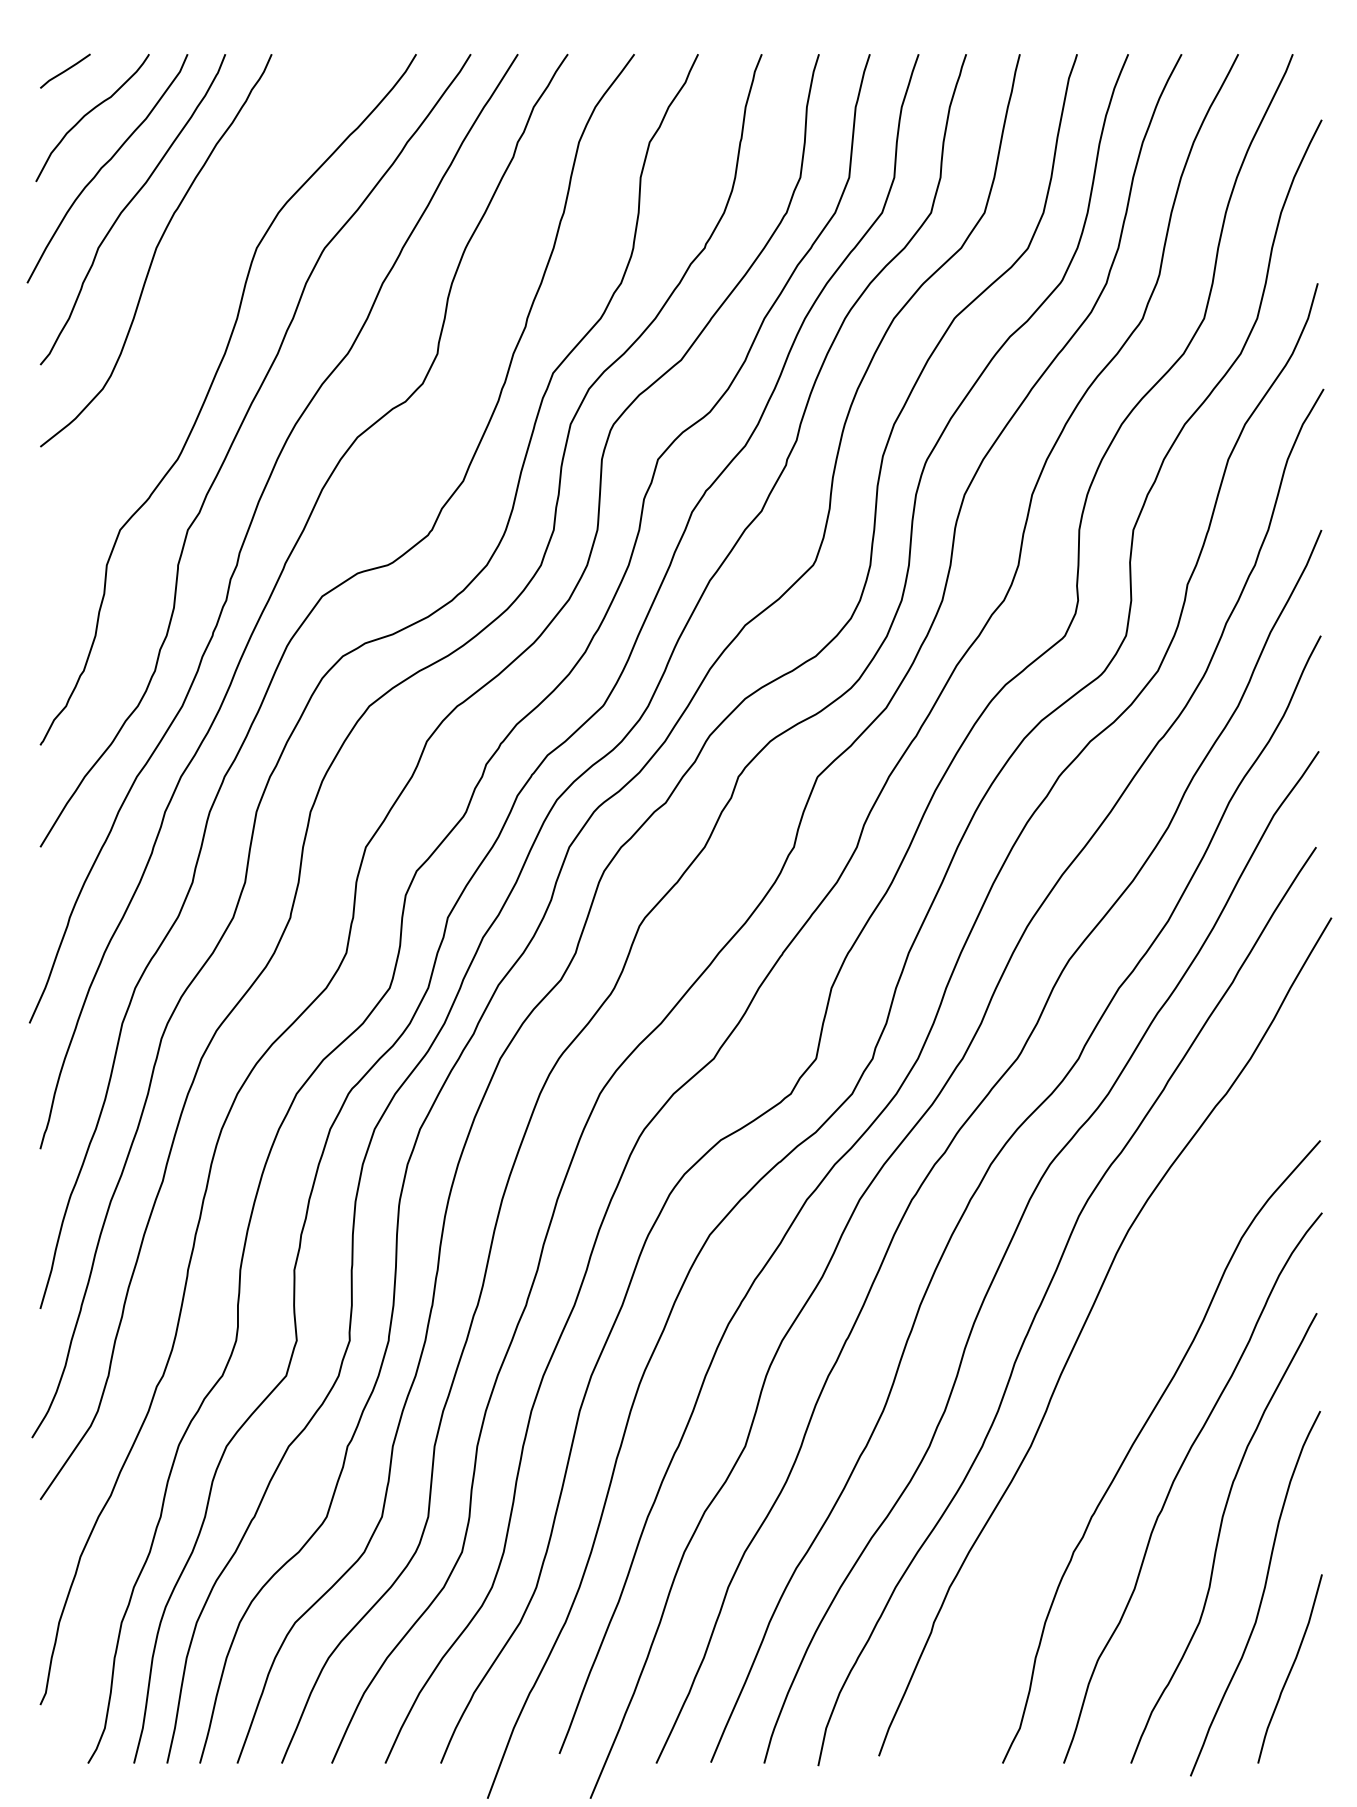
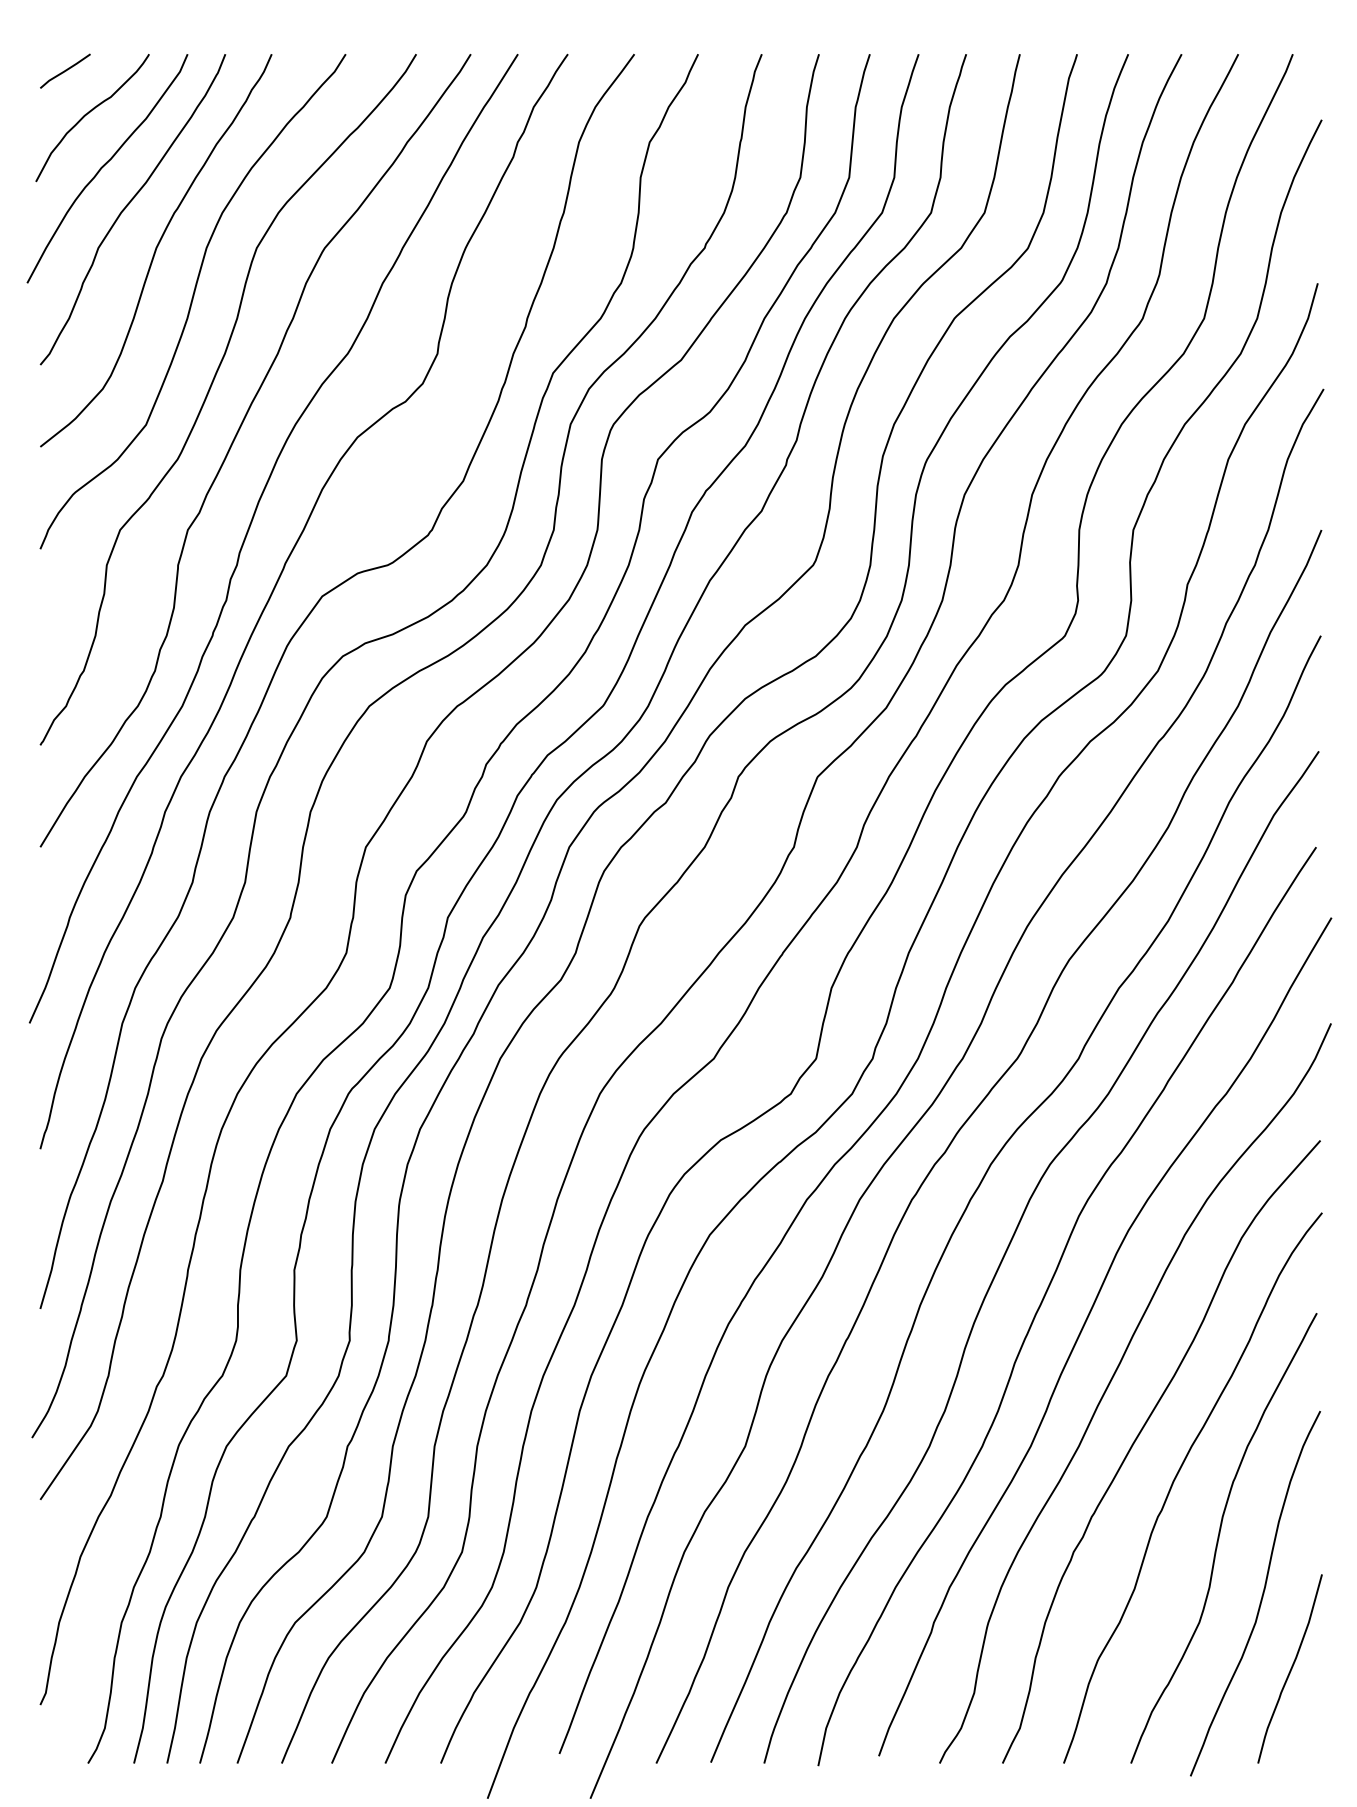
curve at (192, 301): none -> present
curve at (1113, 1378): none -> present
